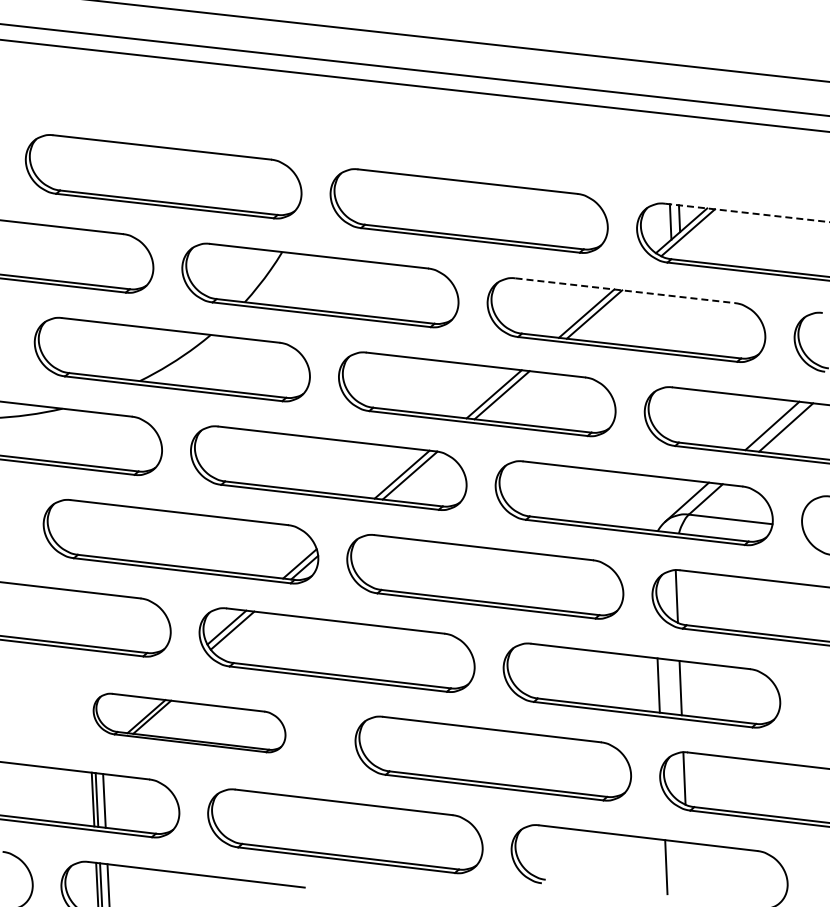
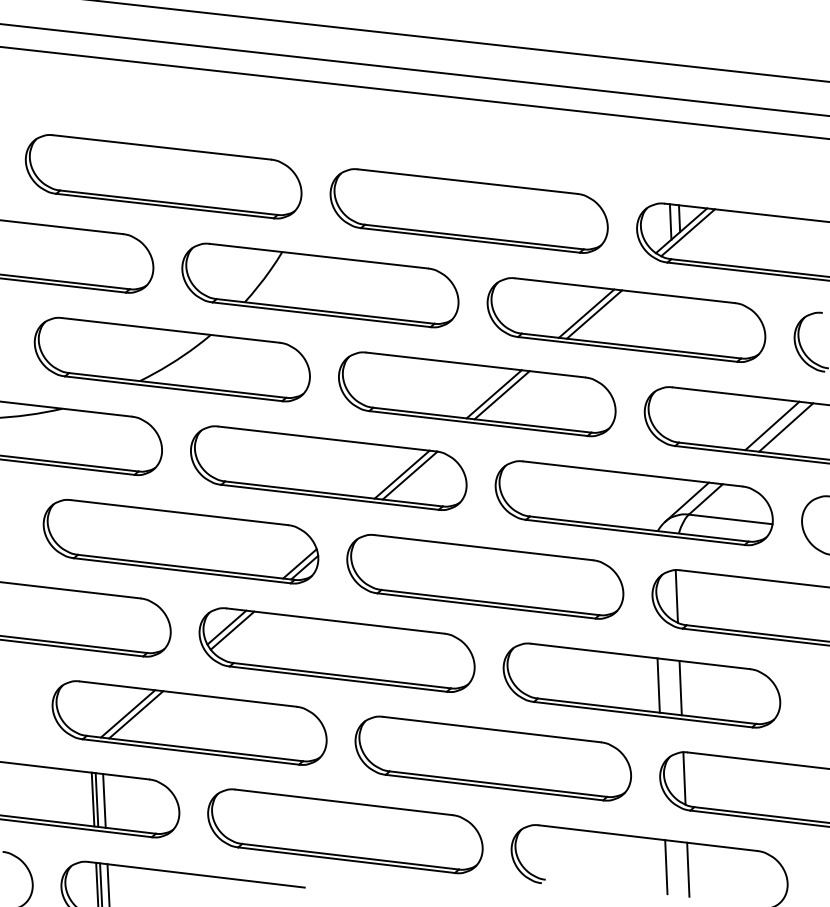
line at (414, 85) position: (414, 85) -> (414, 92)
line at (747, 212): dashed -> solid
line at (625, 290): dashed -> solid
part at (189, 722) size: 195x62 px -> 277x86 px
line at (688, 869): none -> present
